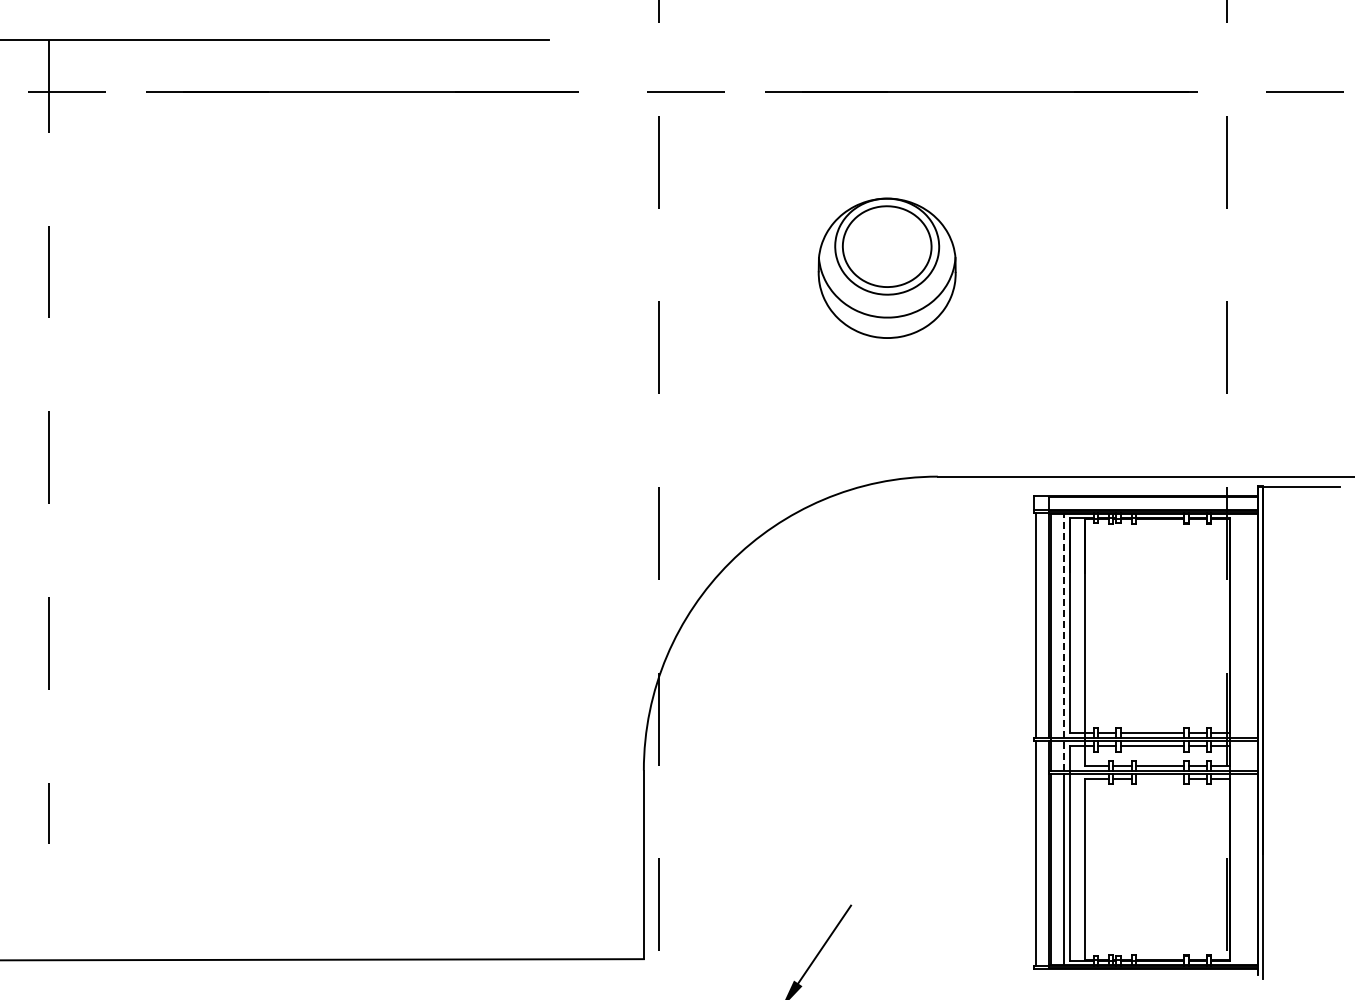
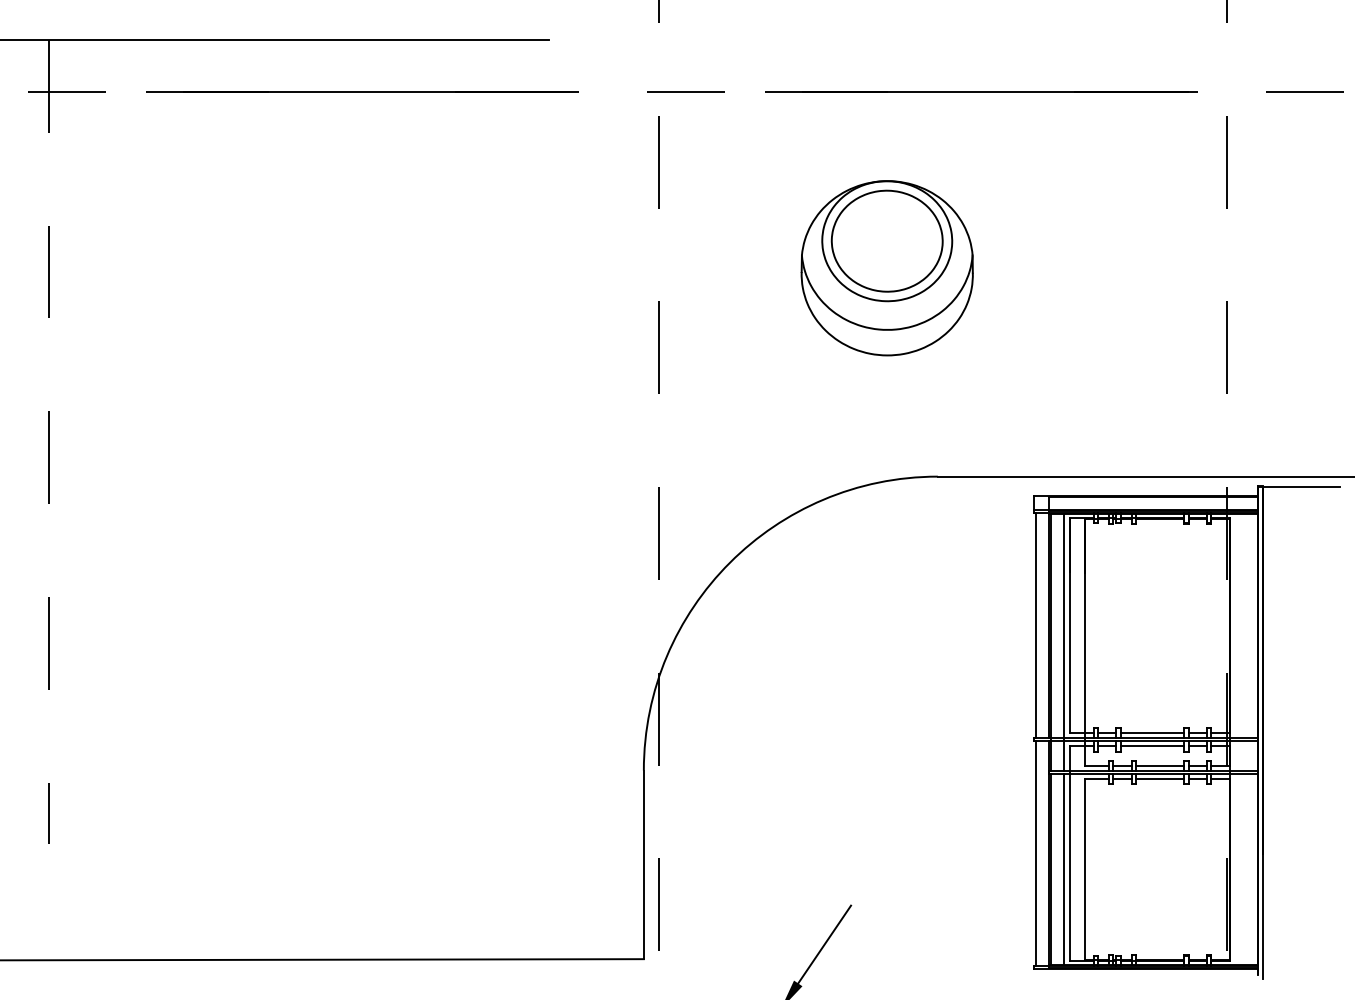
part at (886, 267) size: 140x142 px -> 174x177 px
line at (1064, 642): dashed -> solid
line at (1159, 779): none -> present
